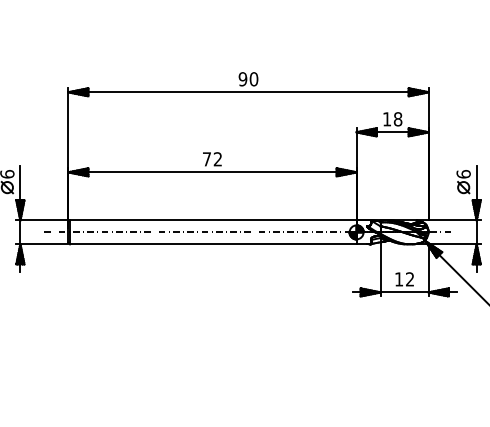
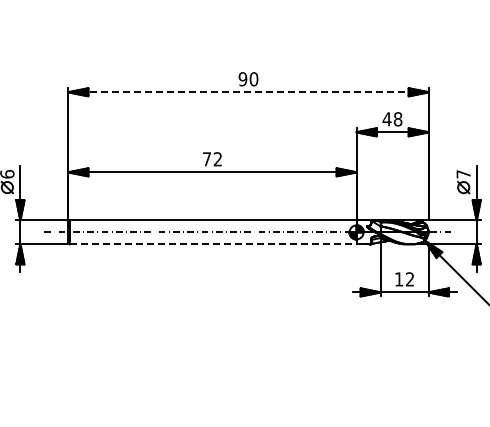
line at (249, 92): solid -> dashed
text at (386, 119): 18 -> 48
text at (463, 174): 6 -> 7
line at (213, 244): solid -> dashed
